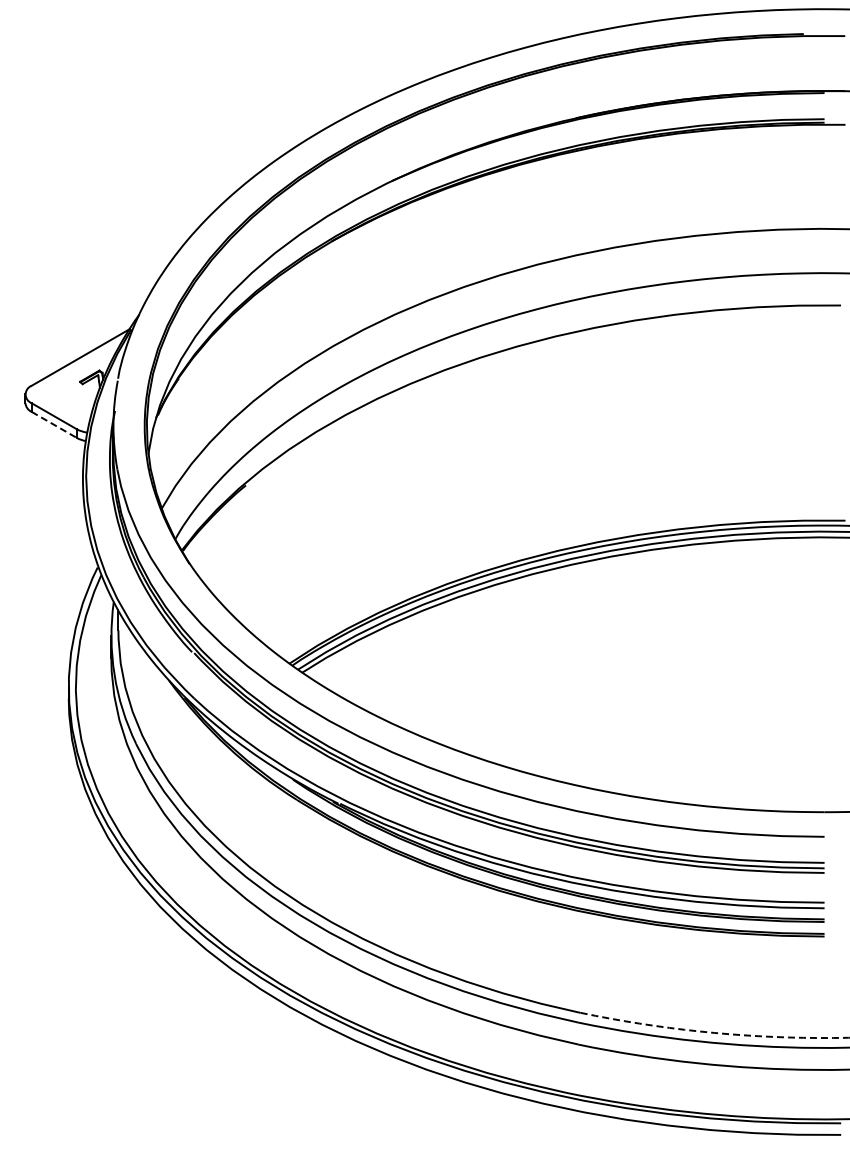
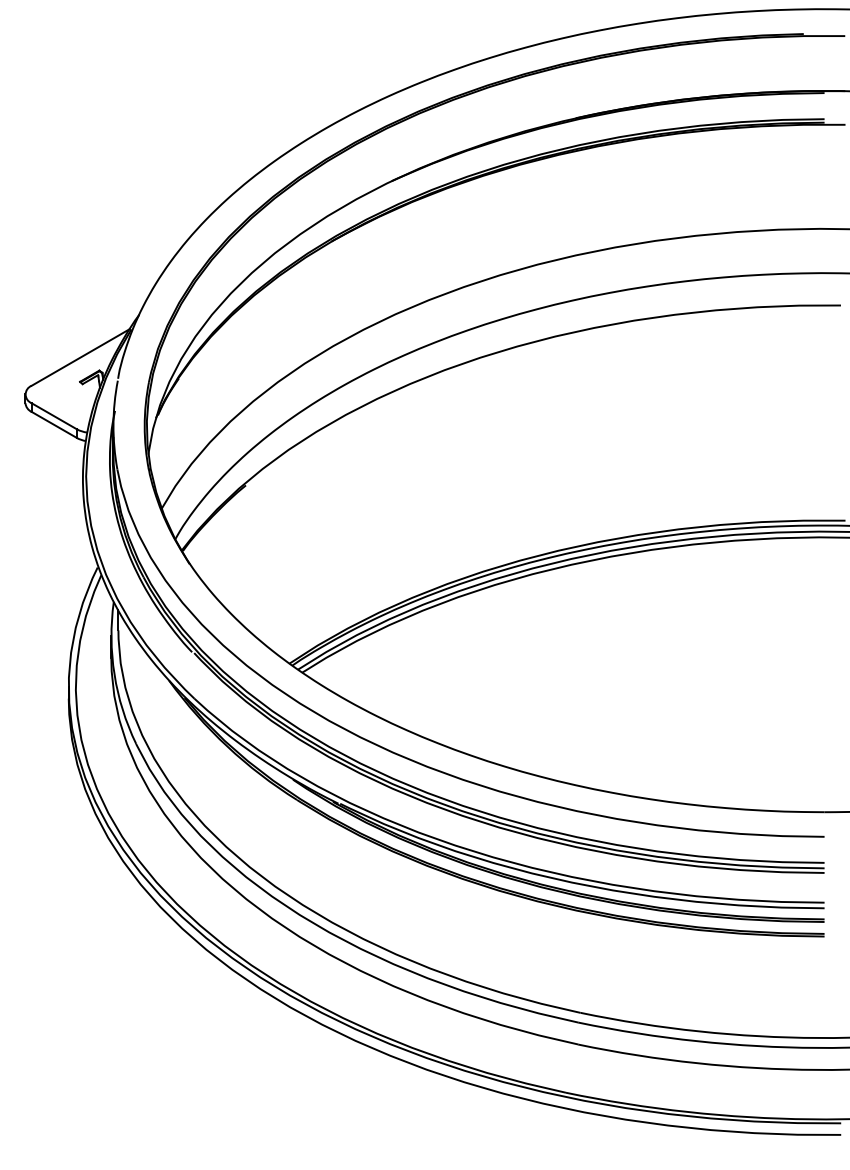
line at (54, 425): dashed -> solid
arc at (714, 1032): dashed -> solid
